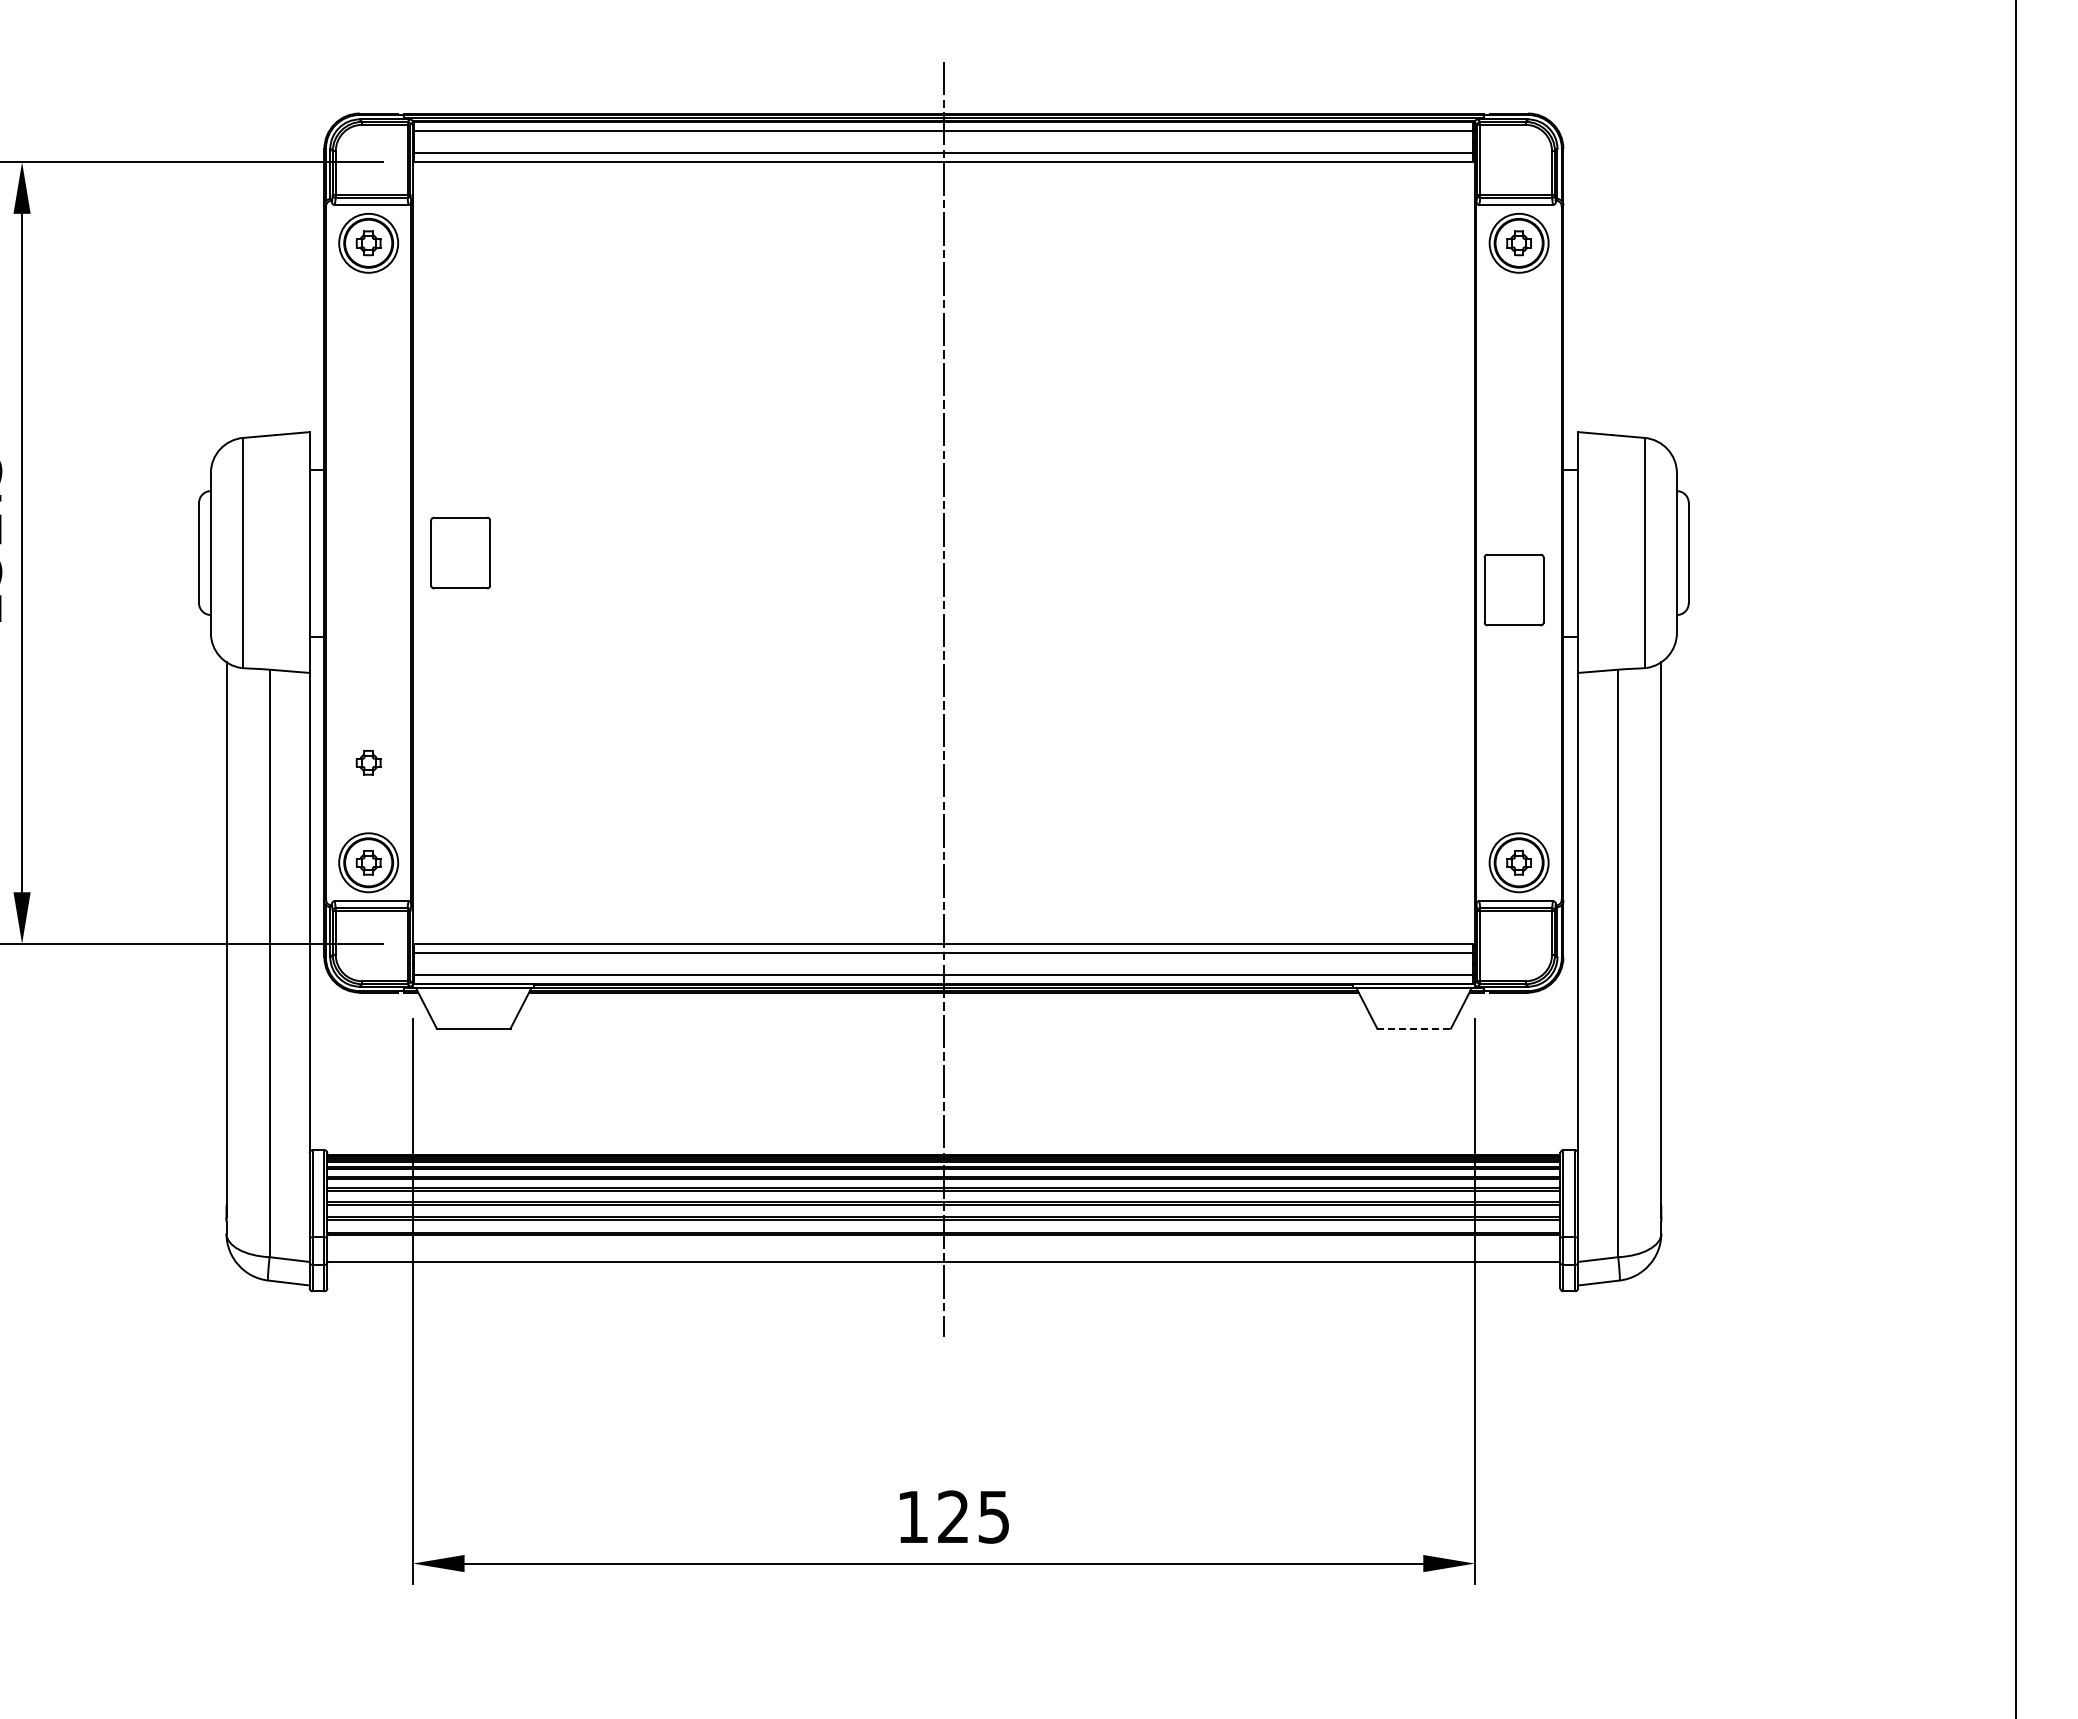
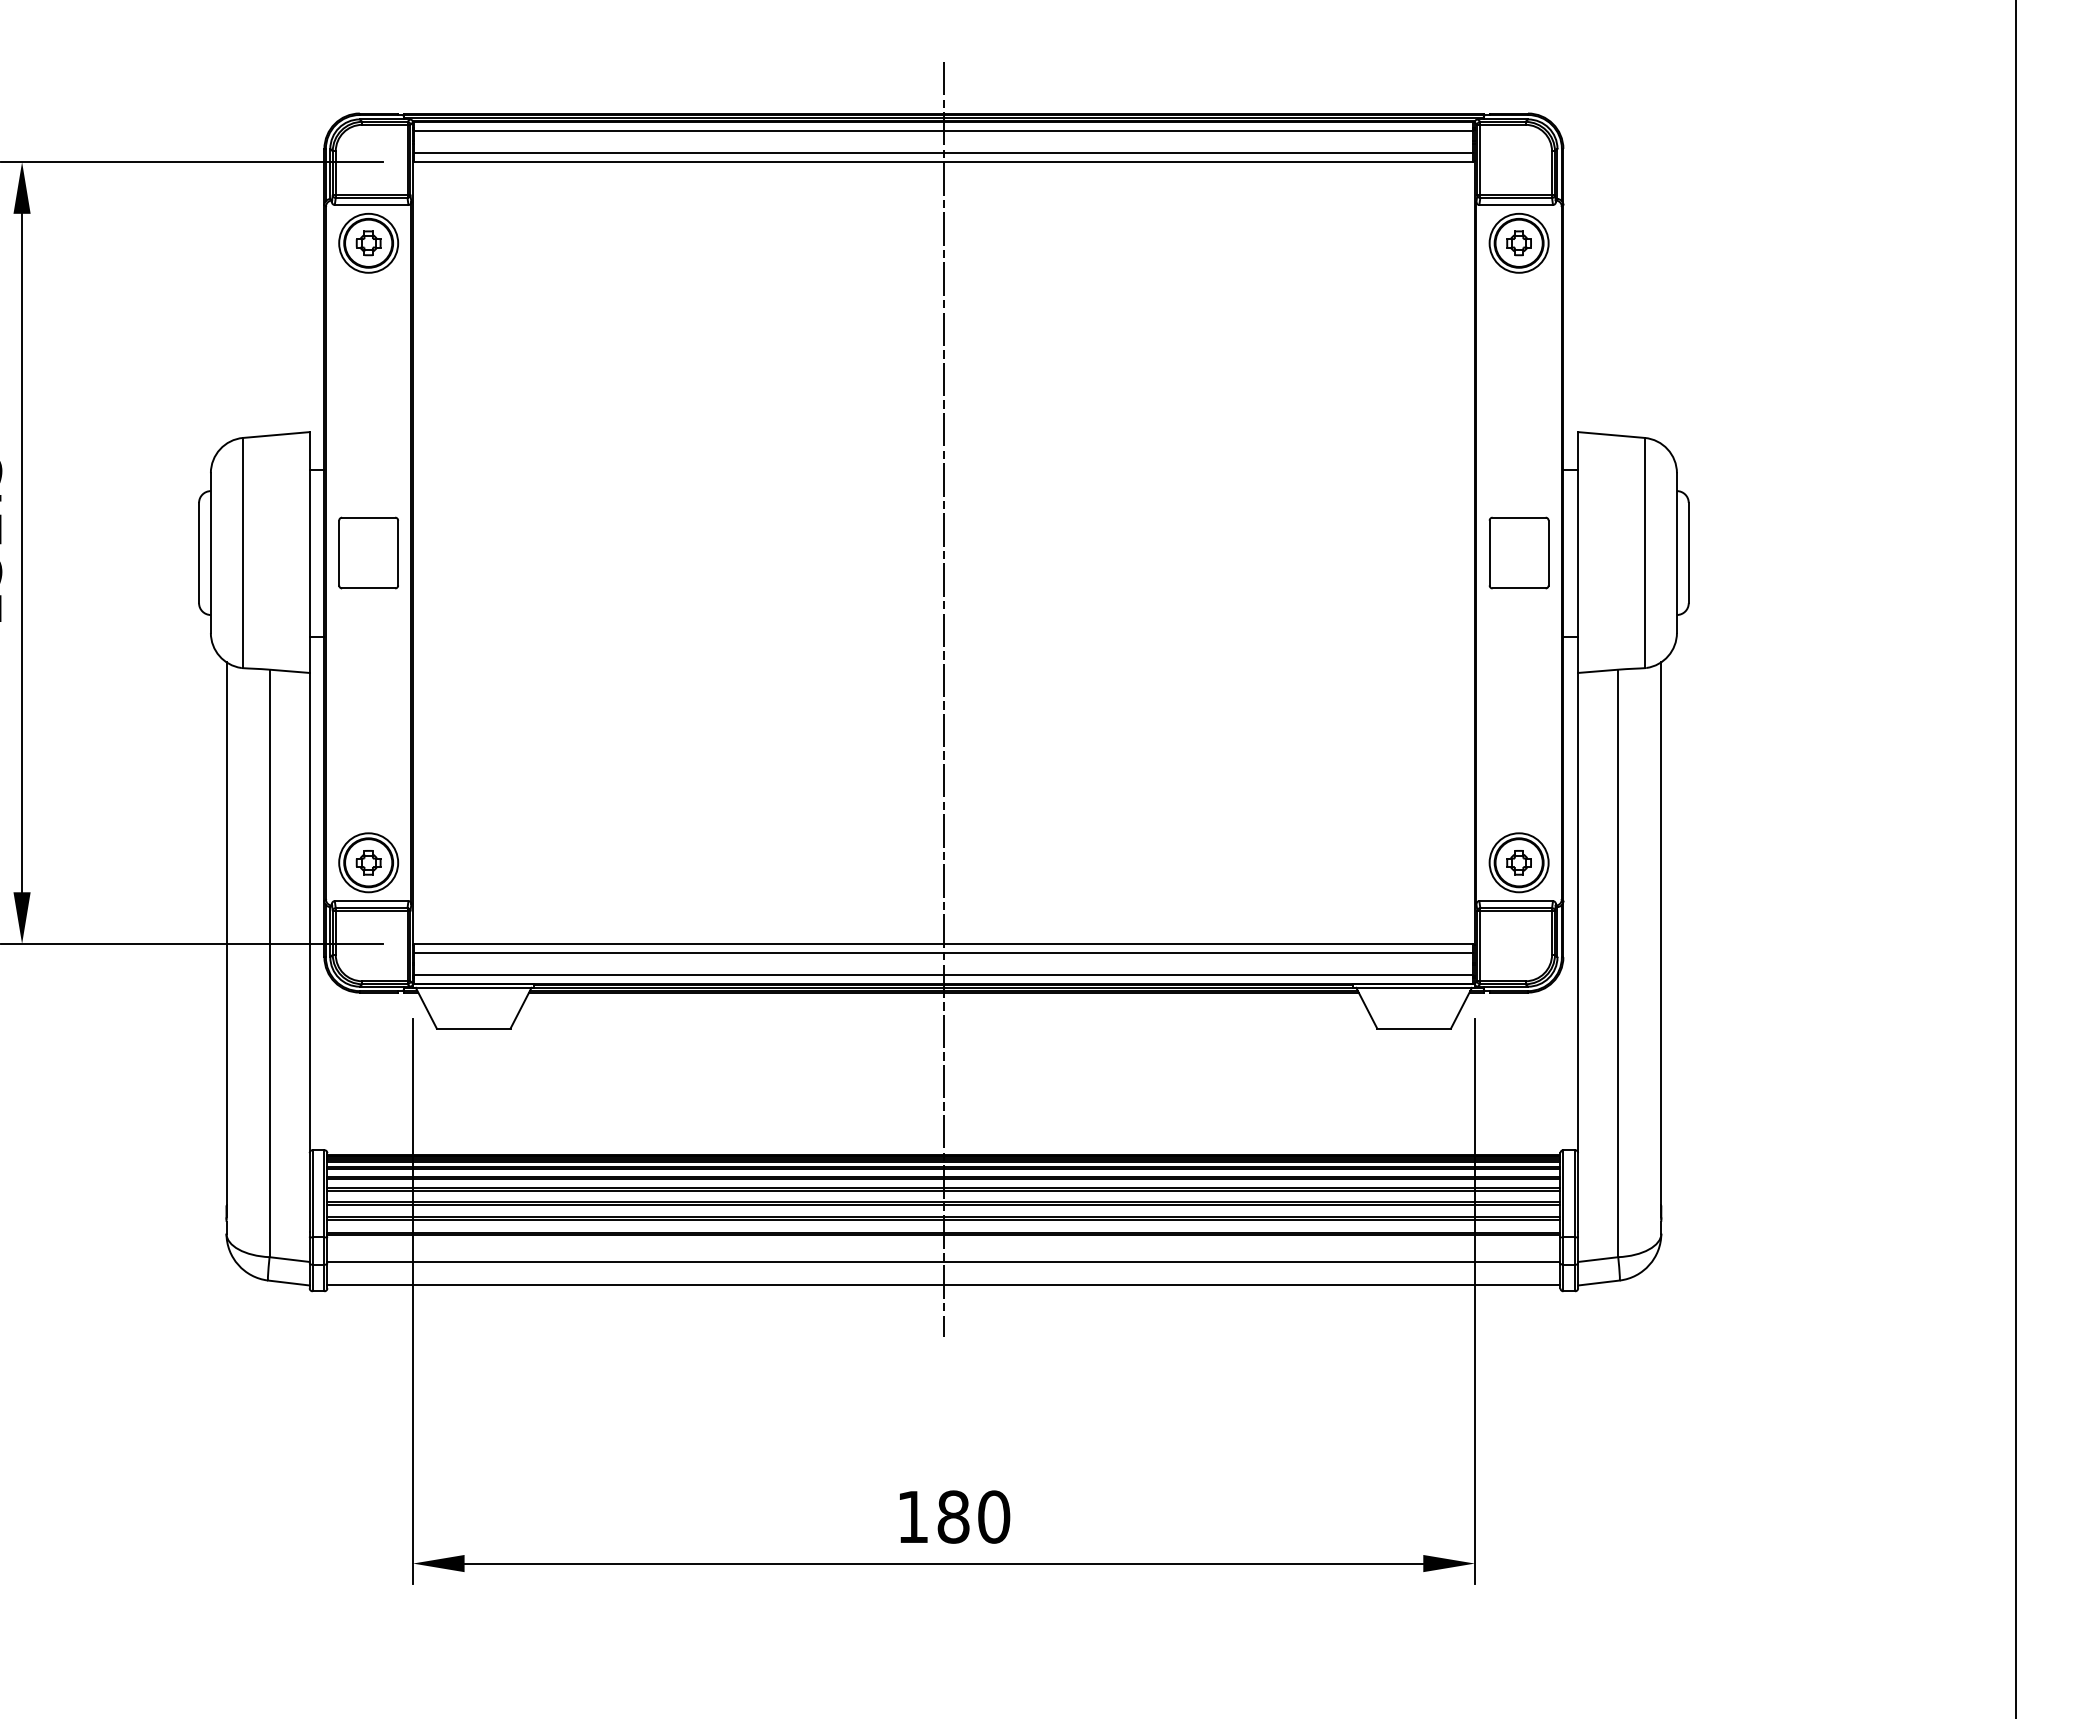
part at (460, 552) position: (460, 552) -> (368, 552)
part at (1513, 589) position: (1513, 589) -> (1518, 552)
part at (368, 762): present -> none
line at (1414, 1028): dashed -> solid
line at (943, 1285): none -> present
text at (973, 1516): 125 -> 180
